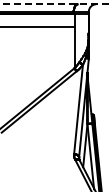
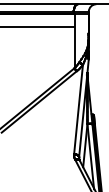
line at (54, 4): dashed -> solid
